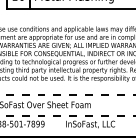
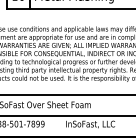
line at (68, 94): dashed -> solid
line at (68, 115): dashed -> solid
